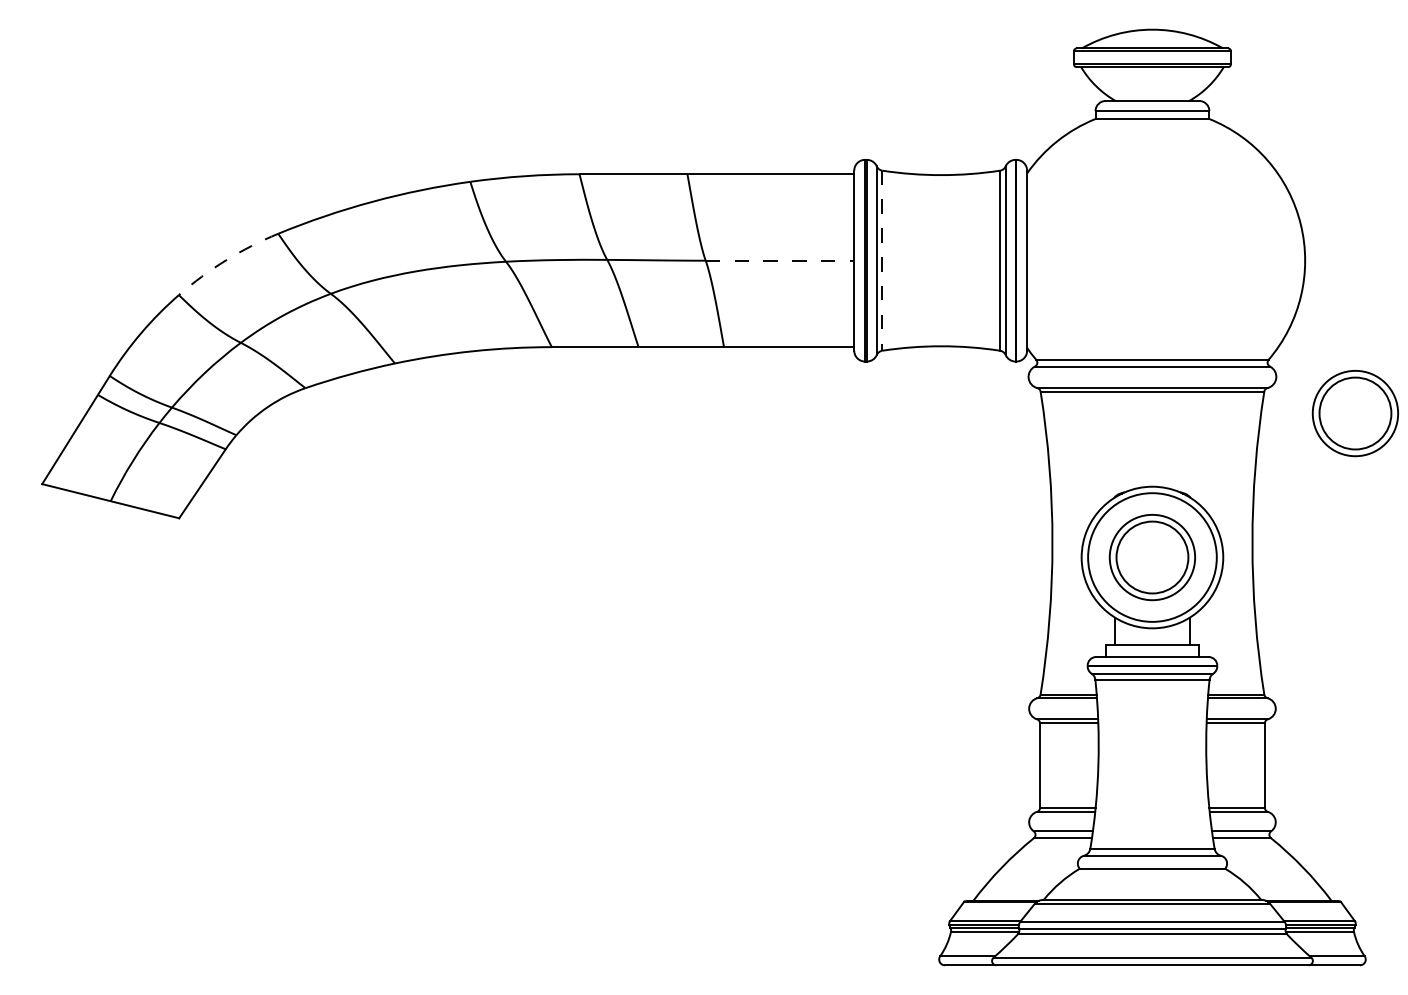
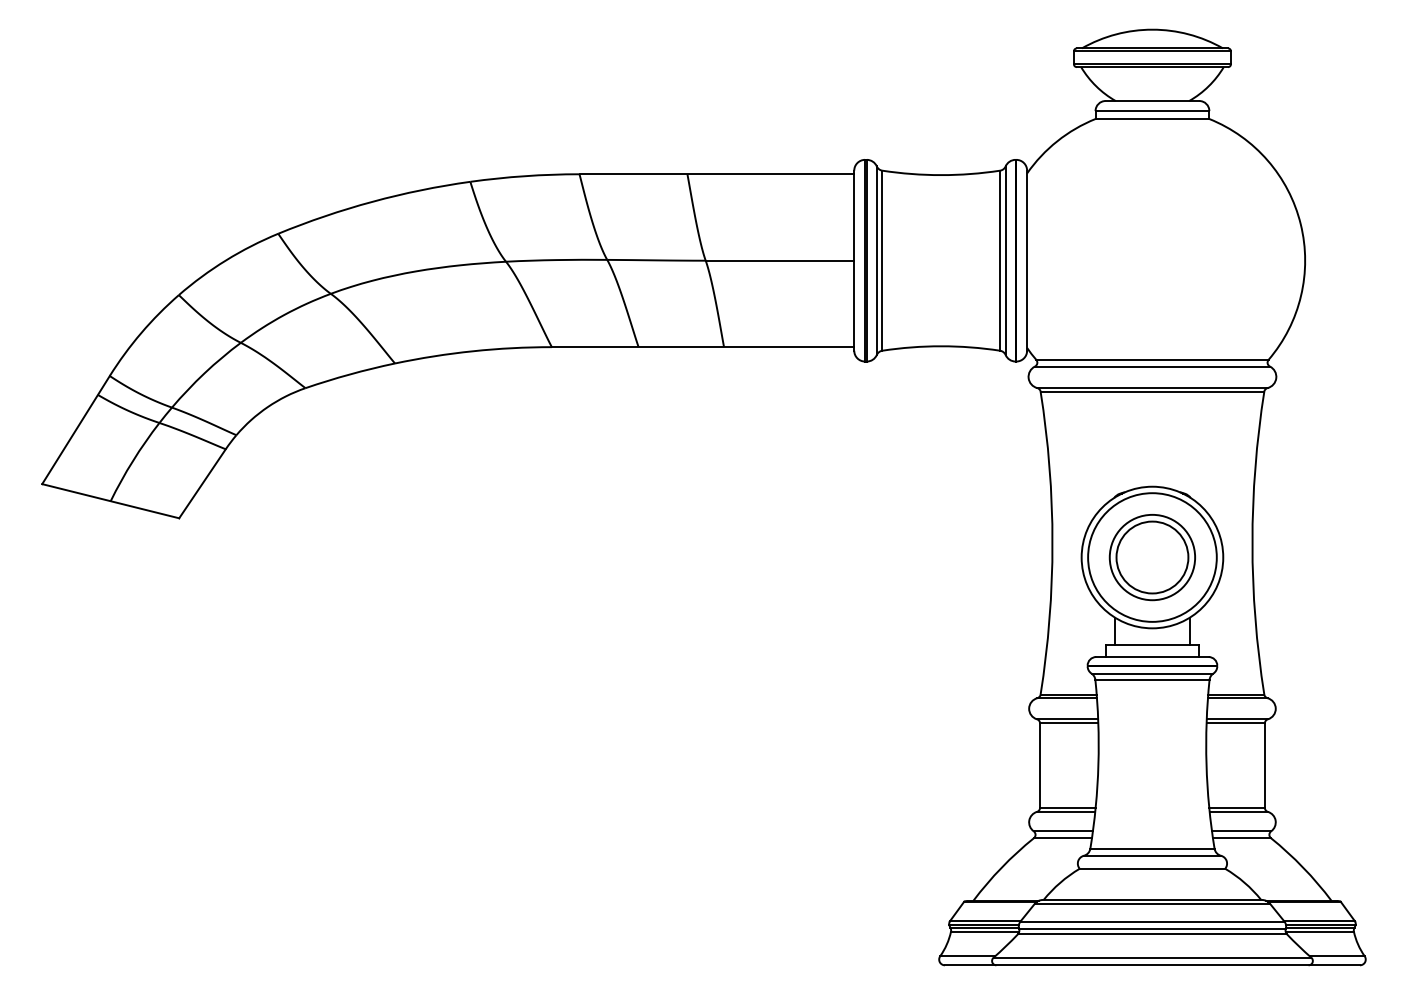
arc at (226, 260): dashed -> solid
line at (780, 260): dashed -> solid
line at (882, 261): dashed -> solid
part at (1354, 413): present -> none
